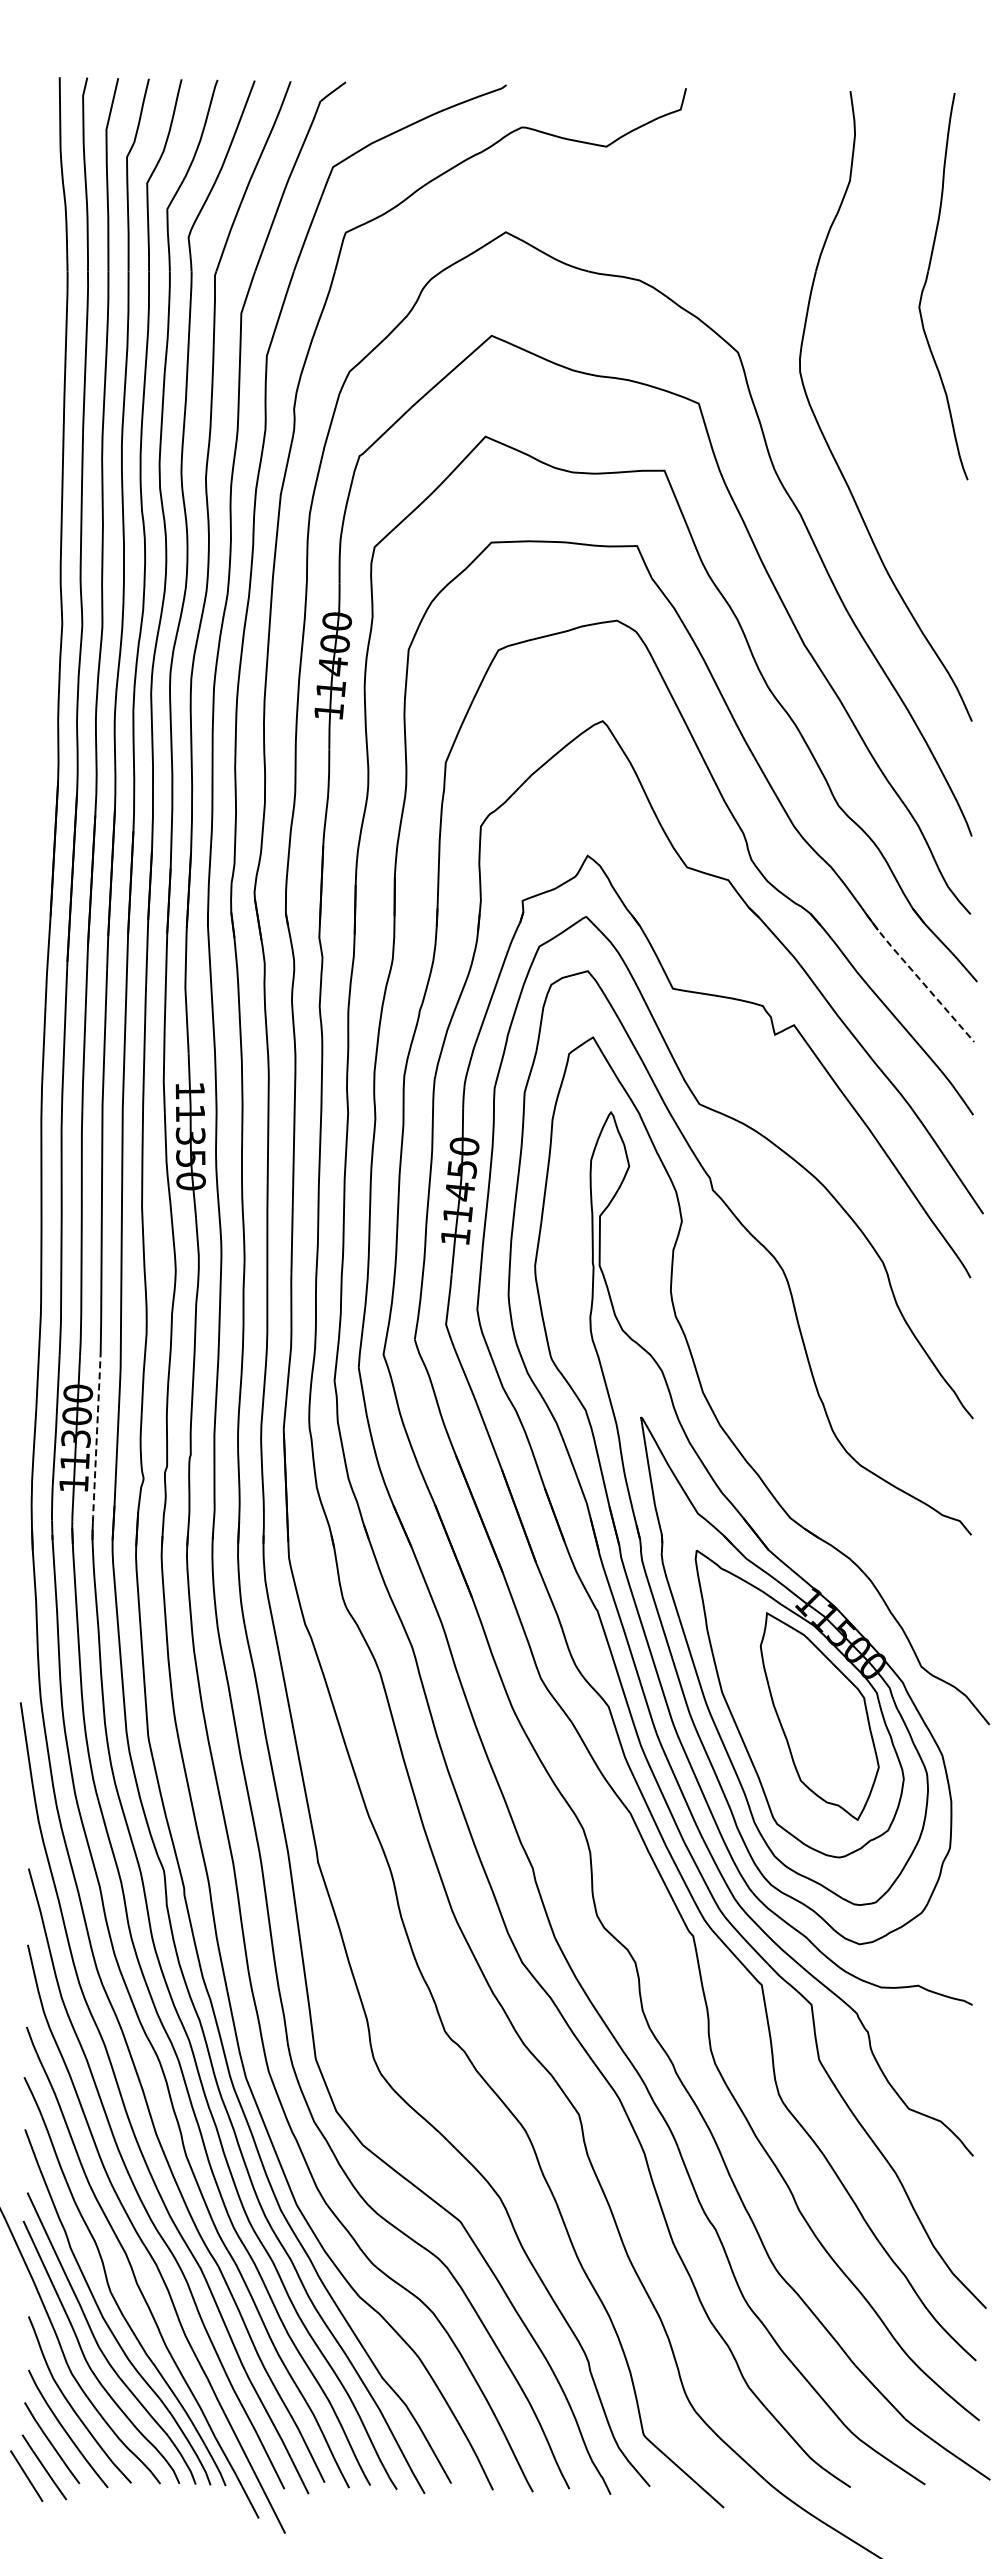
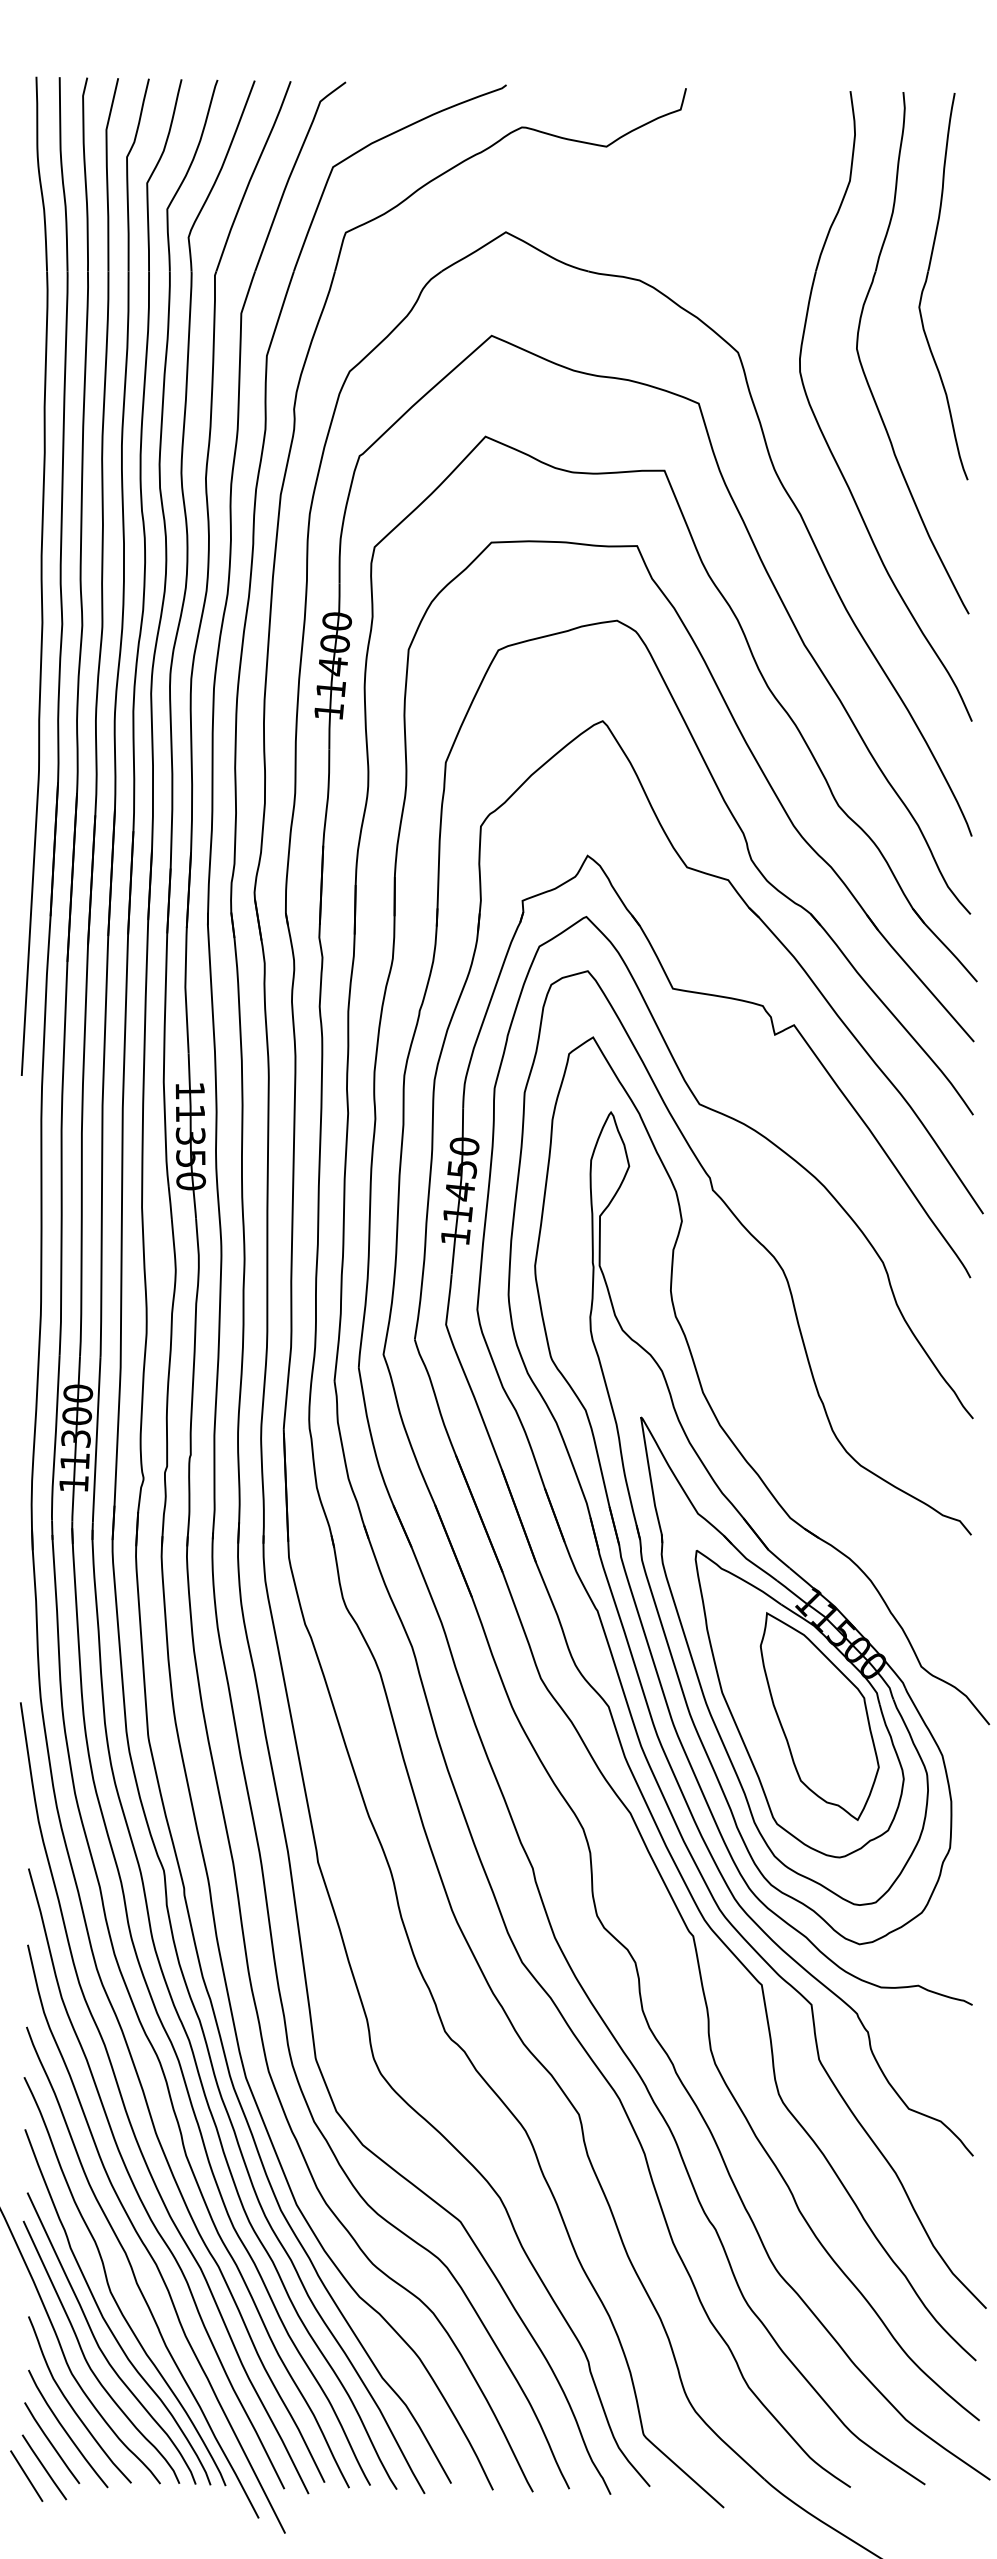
part at (864, 370): none -> present
part at (34, 575): none -> present
line at (918, 977): dashed -> solid
line at (96, 1439): dashed -> solid
